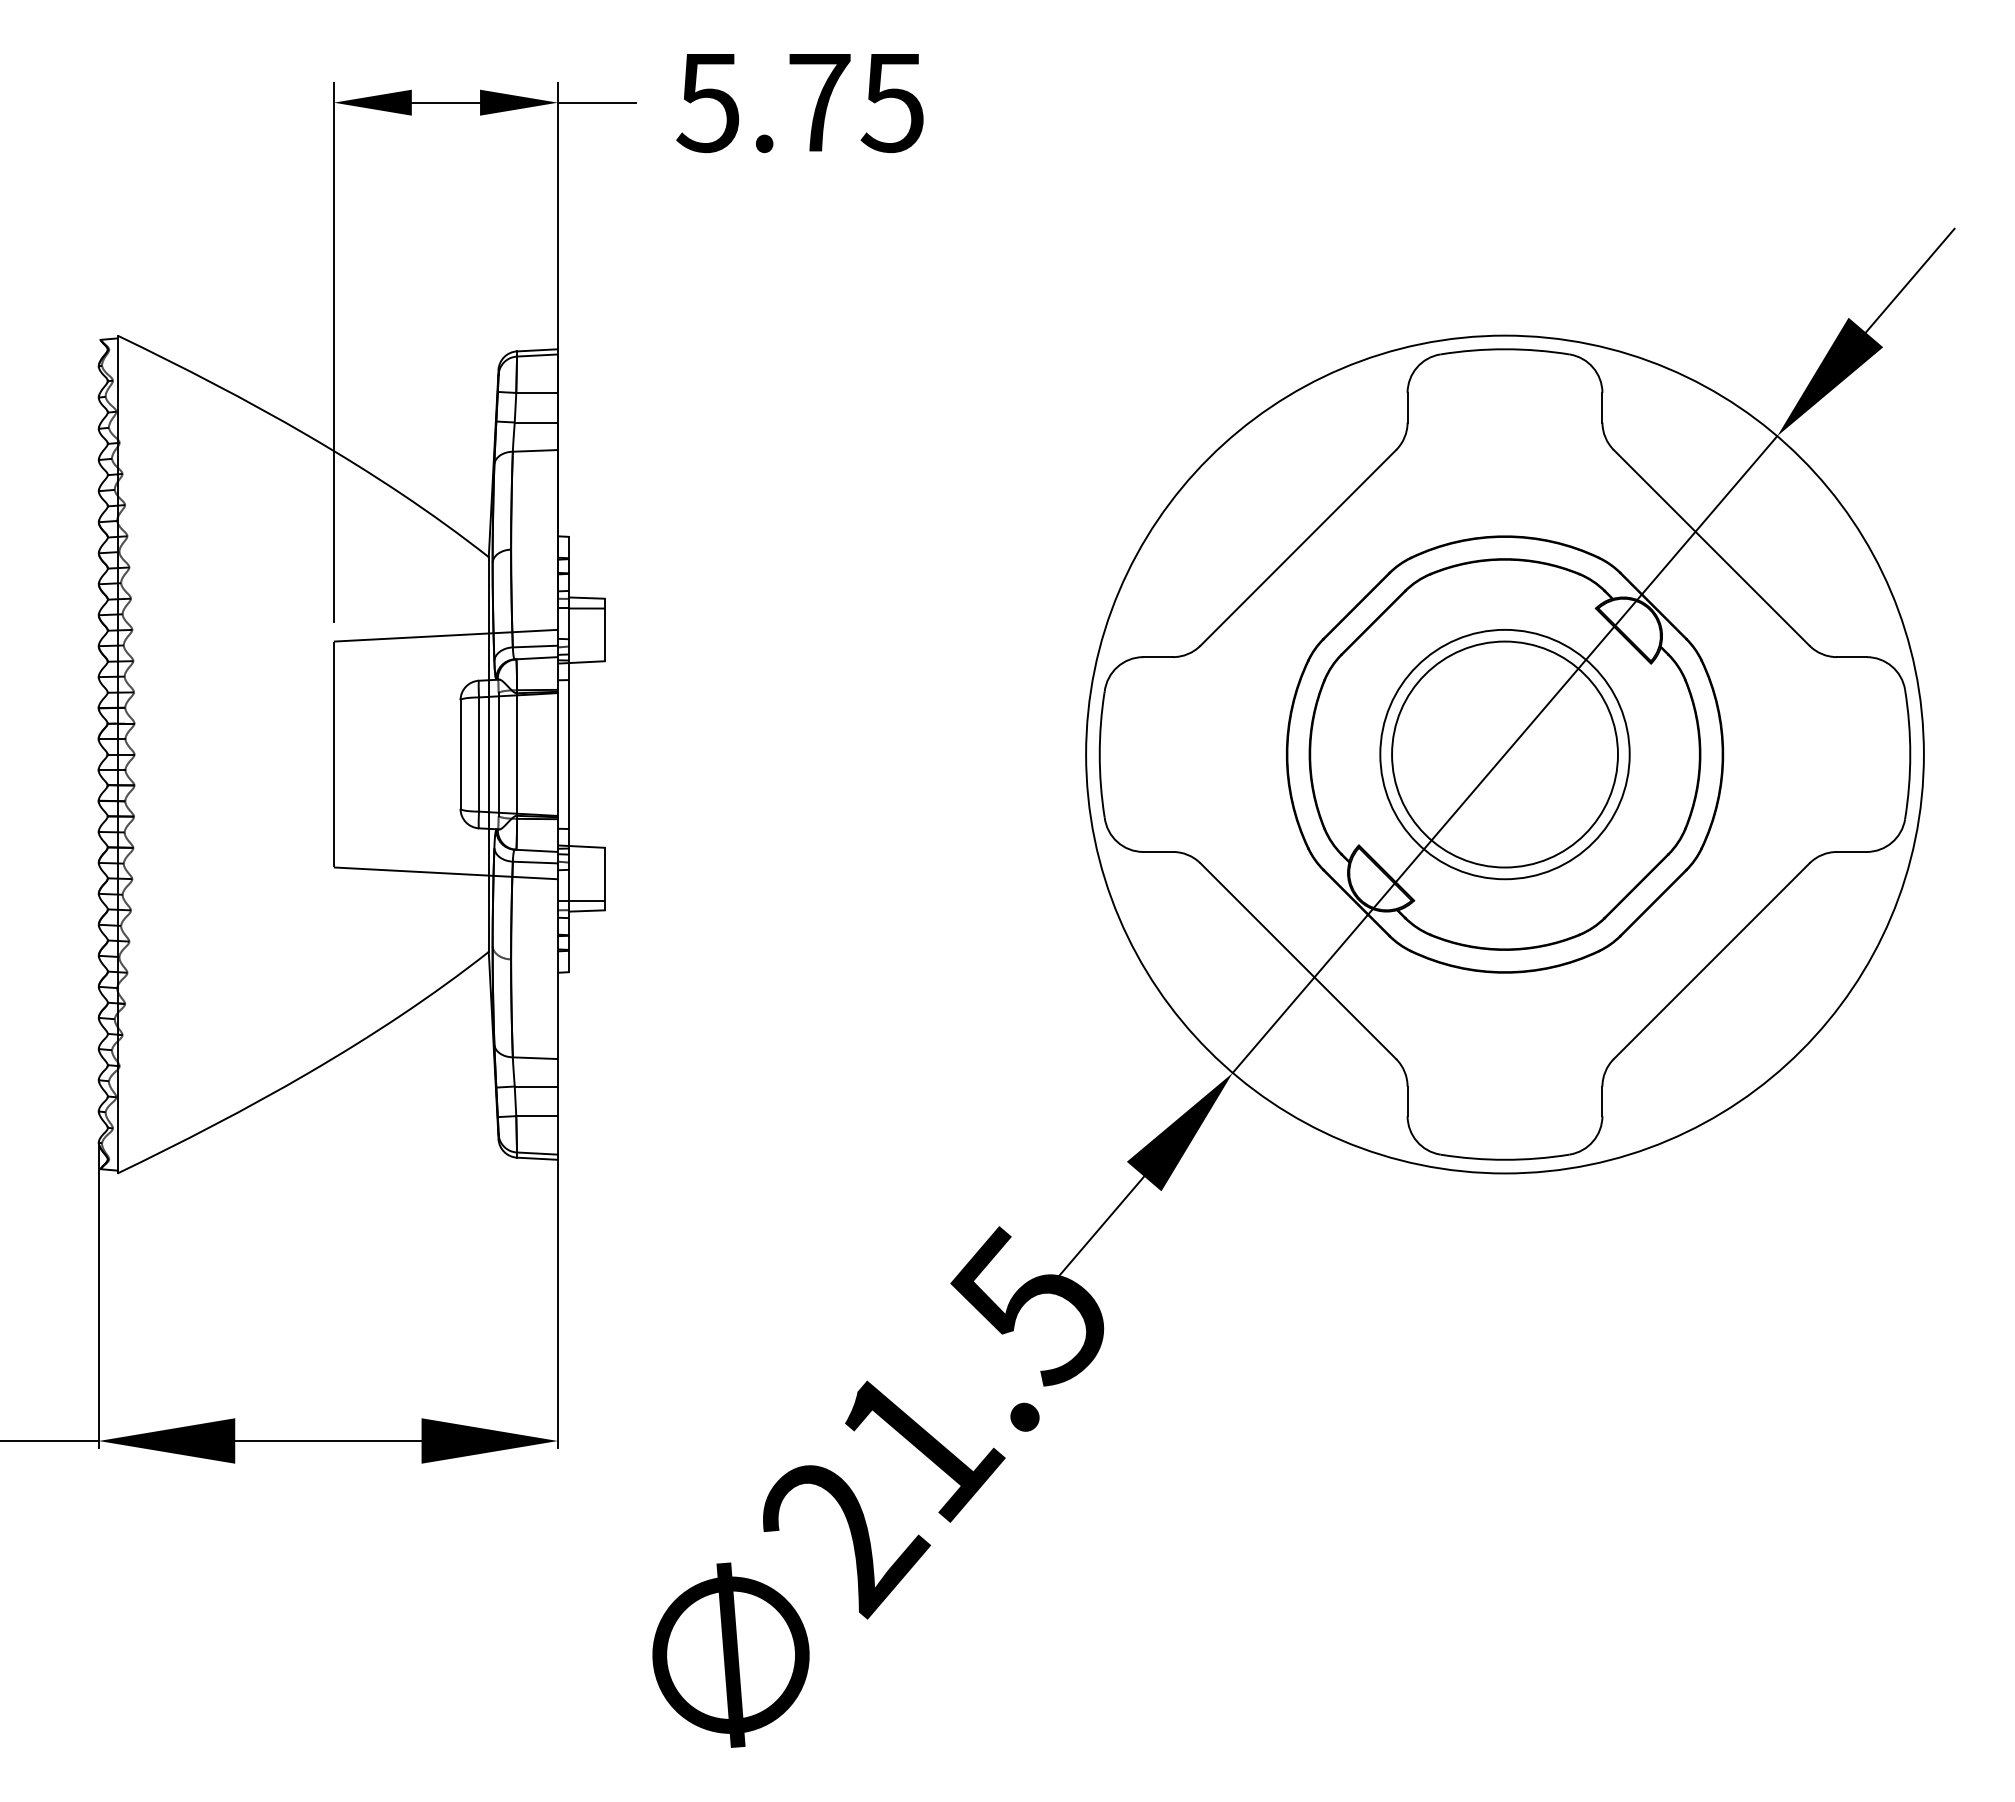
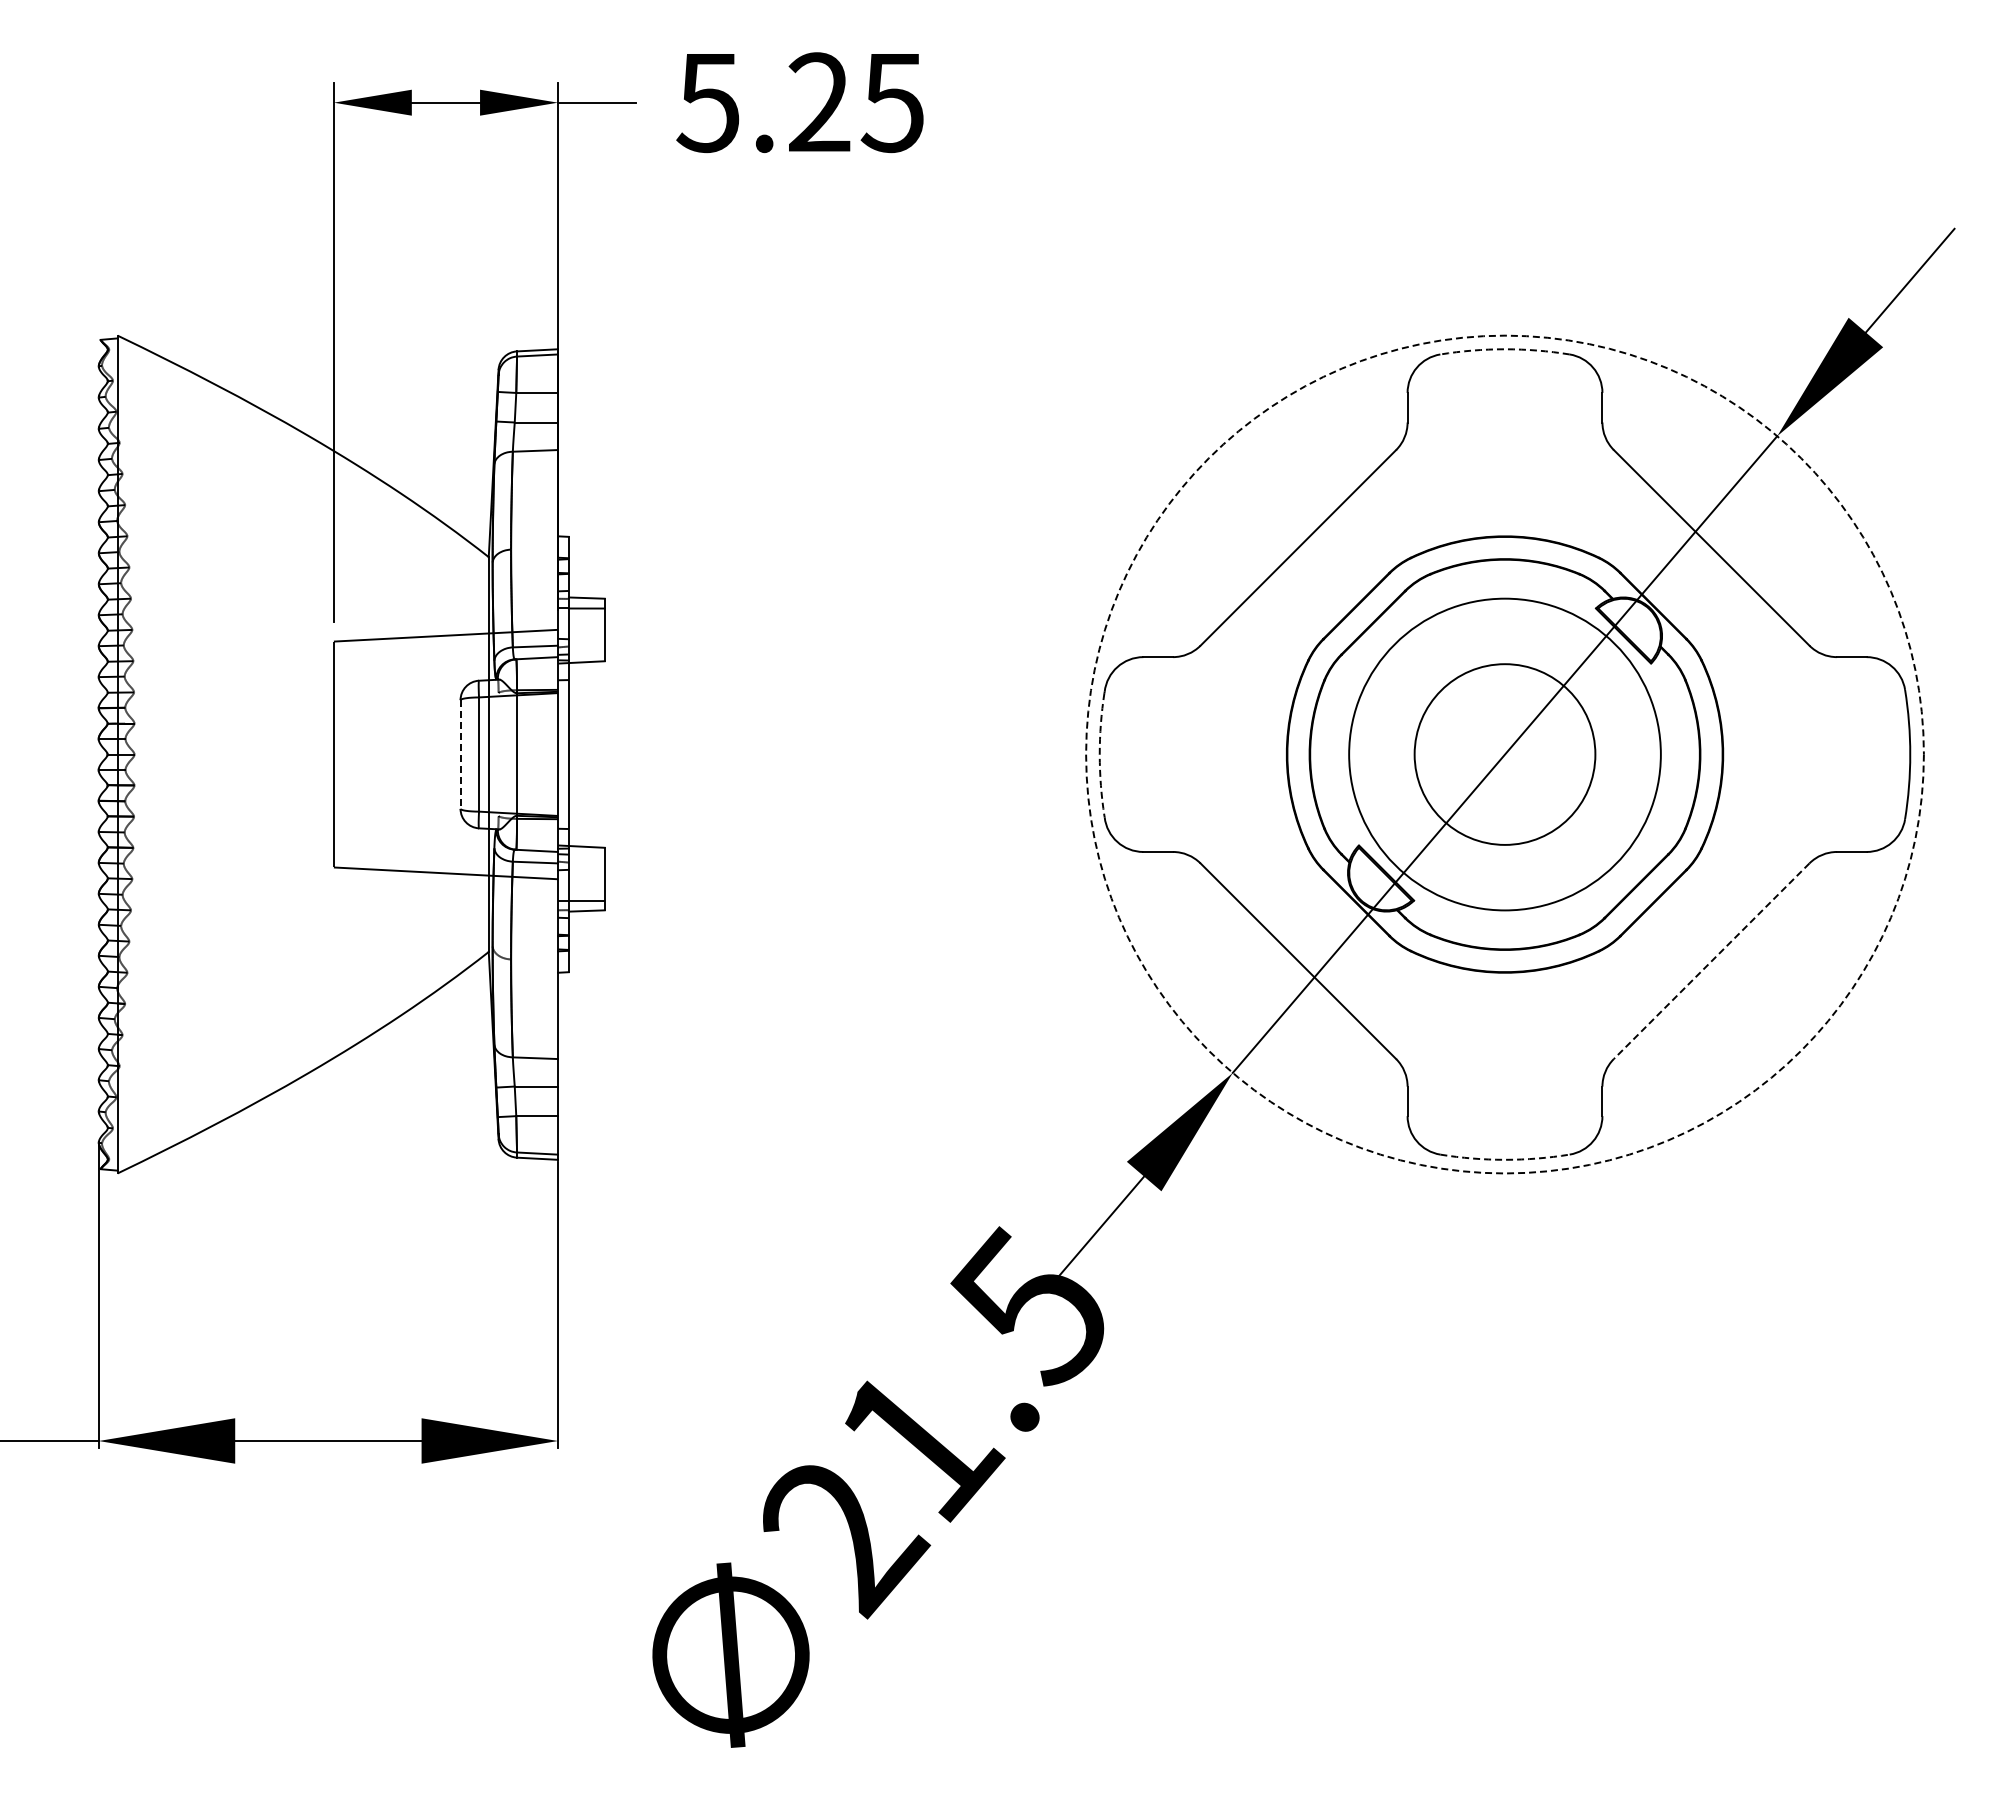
text at (819, 101): 5.75 -> 5.25
arc at (1505, 349): solid -> dashed
line at (498, 754): present -> none
arc at (1099, 754): solid -> dashed
circle at (1504, 754) diameter: 226 px -> 181 px
circle at (1504, 754) diameter: 249 px -> 312 px
circle at (1504, 754): solid -> dashed
line at (460, 755): solid -> dashed
line at (1711, 961): solid -> dashed
arc at (1505, 1159): solid -> dashed
